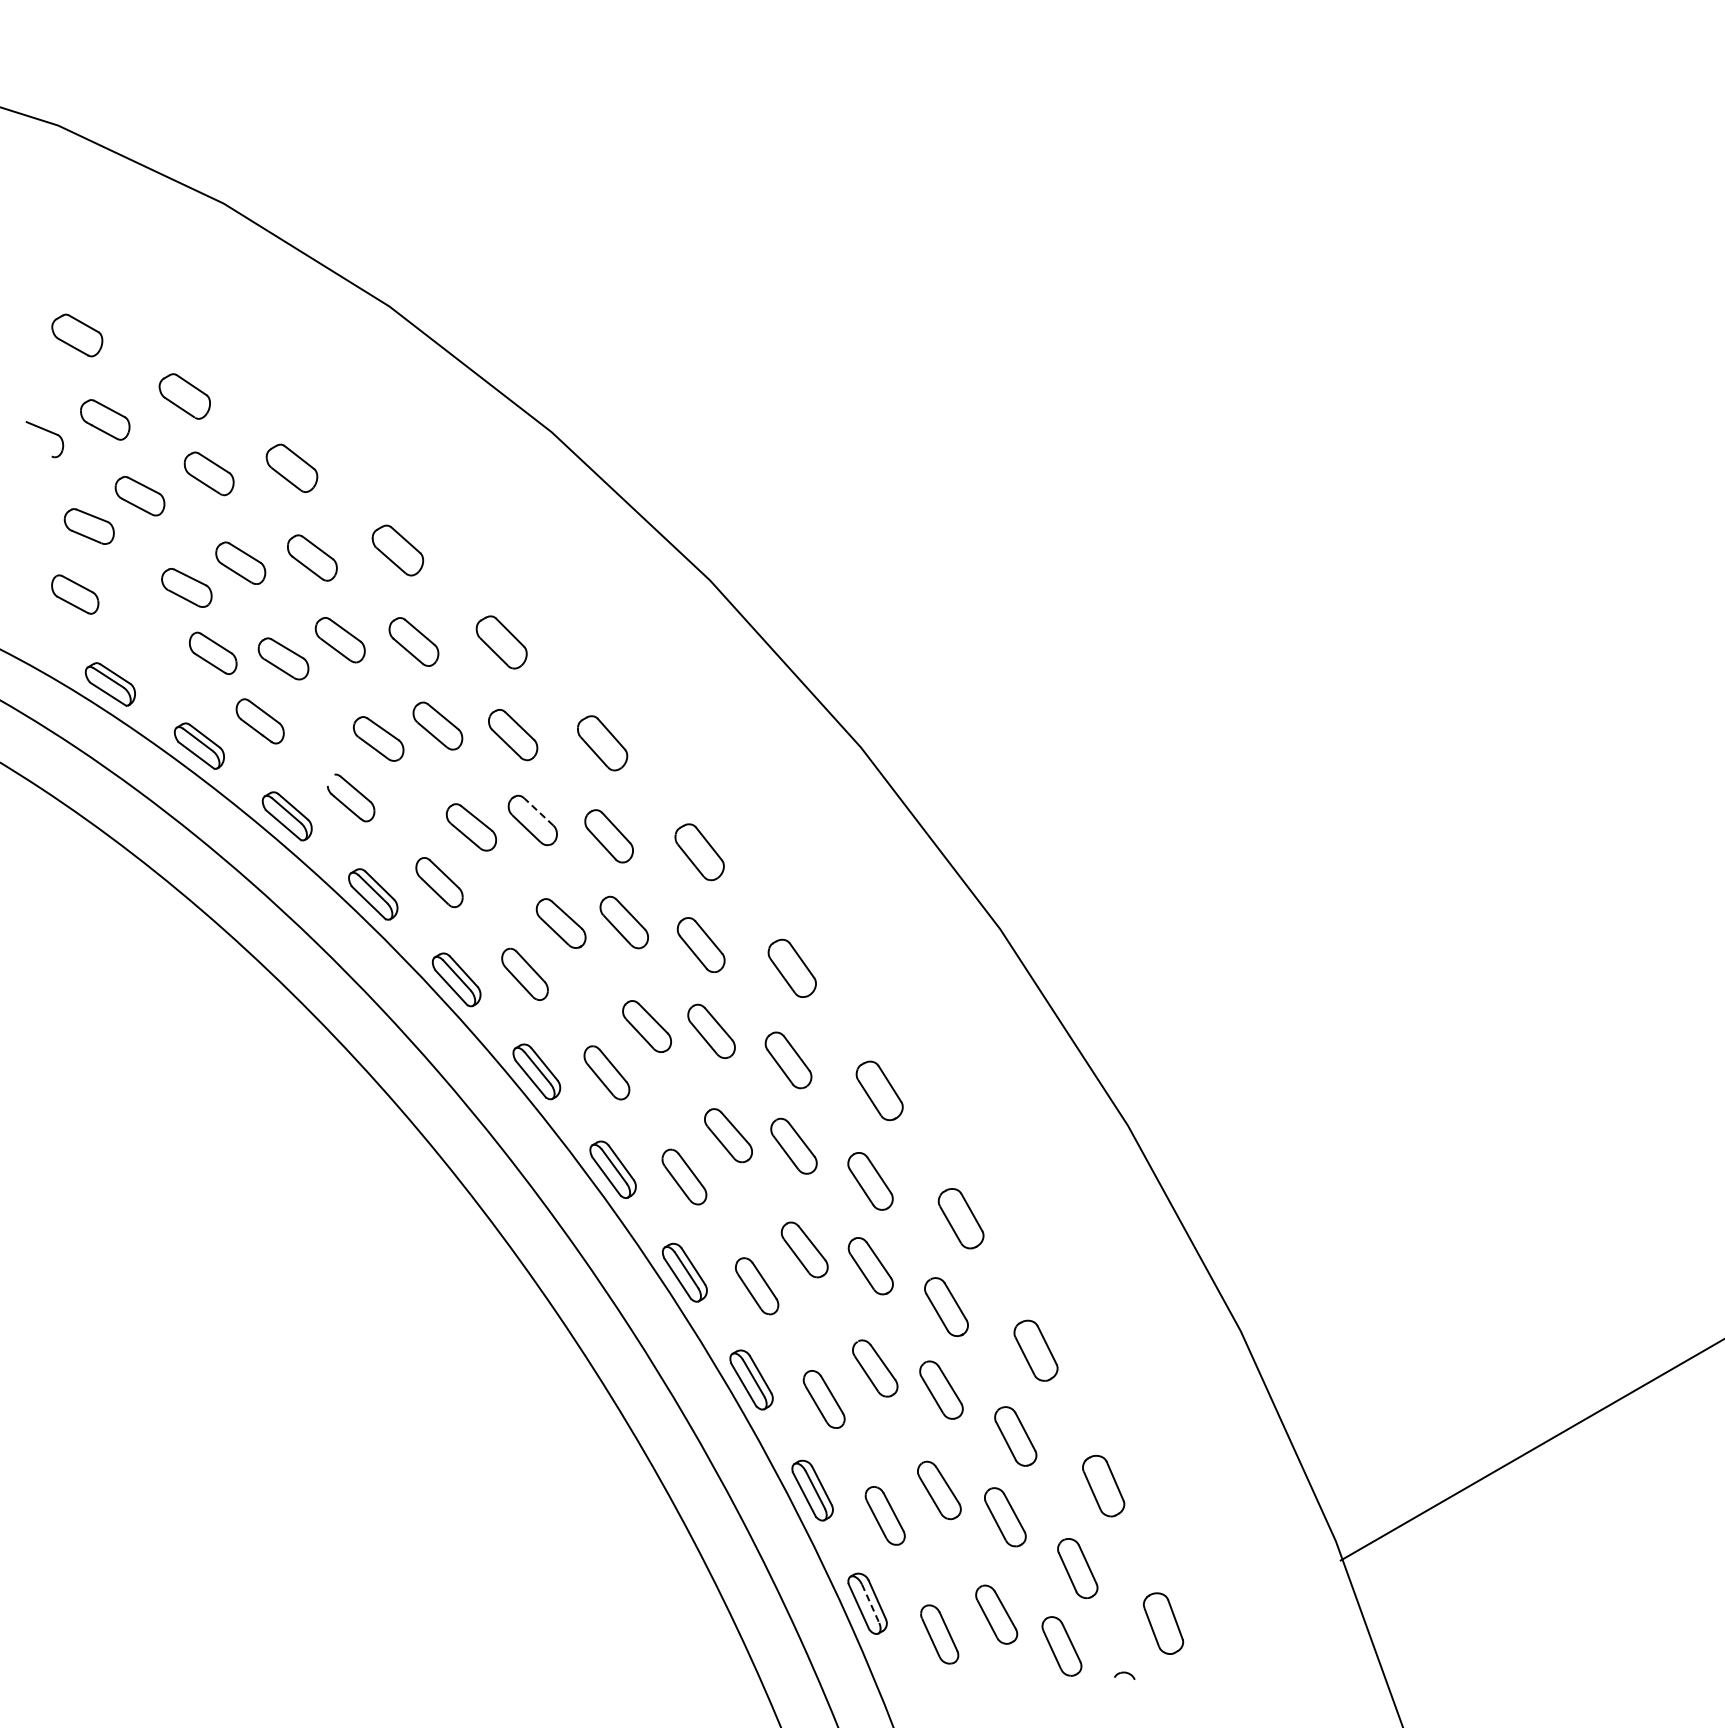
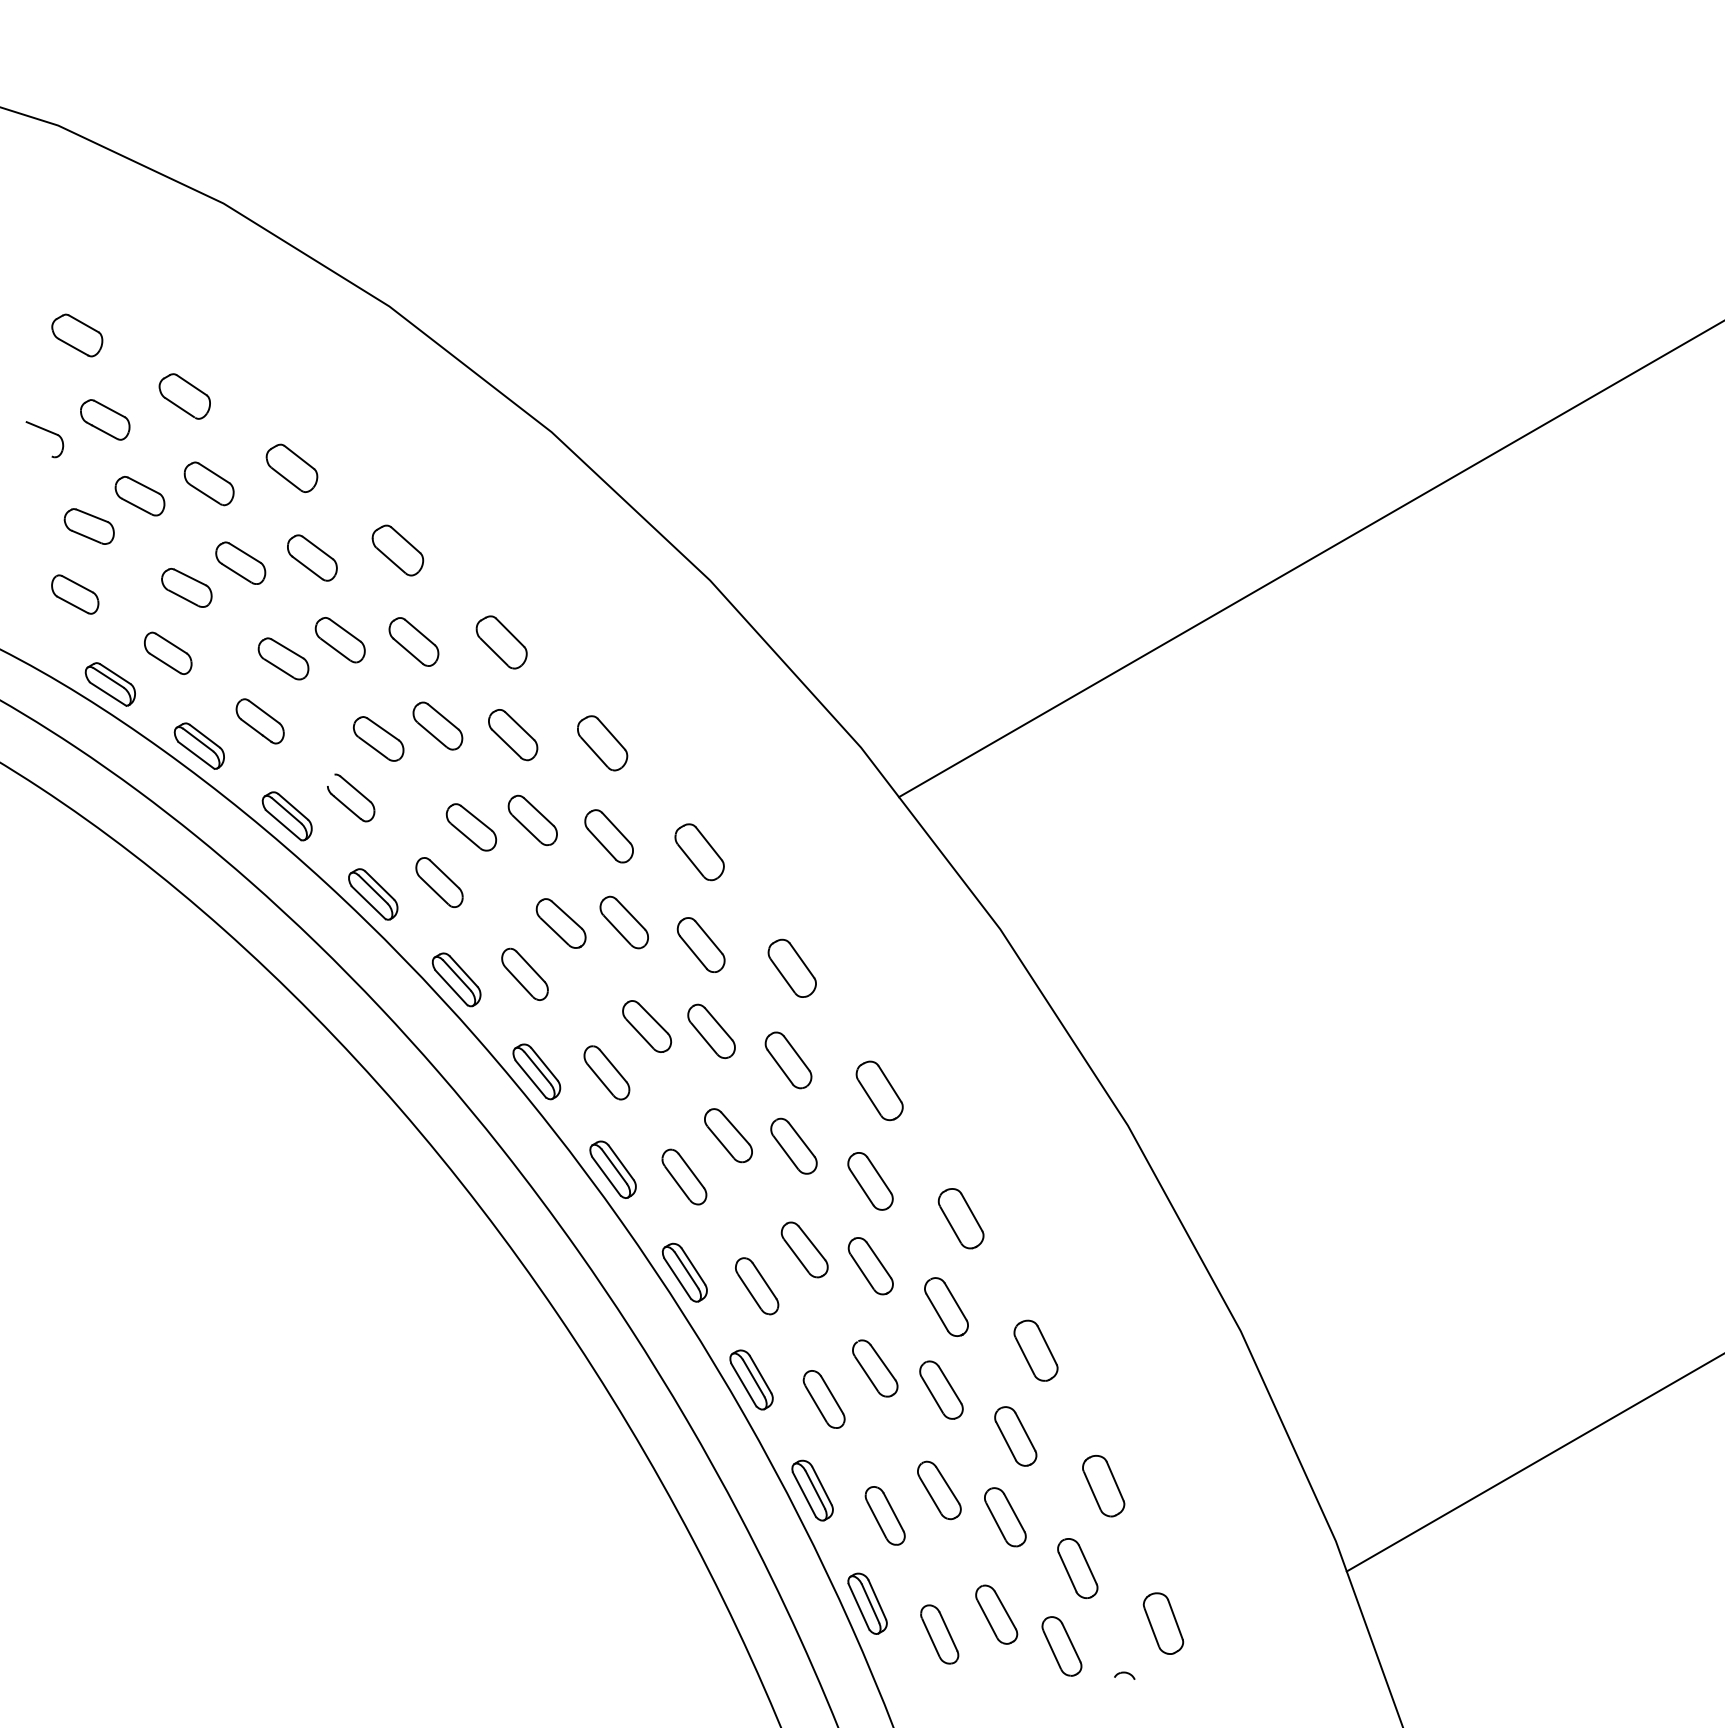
part at (208, 473) position: (208, 473) -> (208, 483)
line at (1309, 559): none -> present
part at (213, 652) position: (213, 652) -> (168, 652)
line at (538, 811): dashed -> solid
line at (1530, 1450) position: (1530, 1450) -> (1533, 1462)
line at (870, 1604): dashed -> solid
